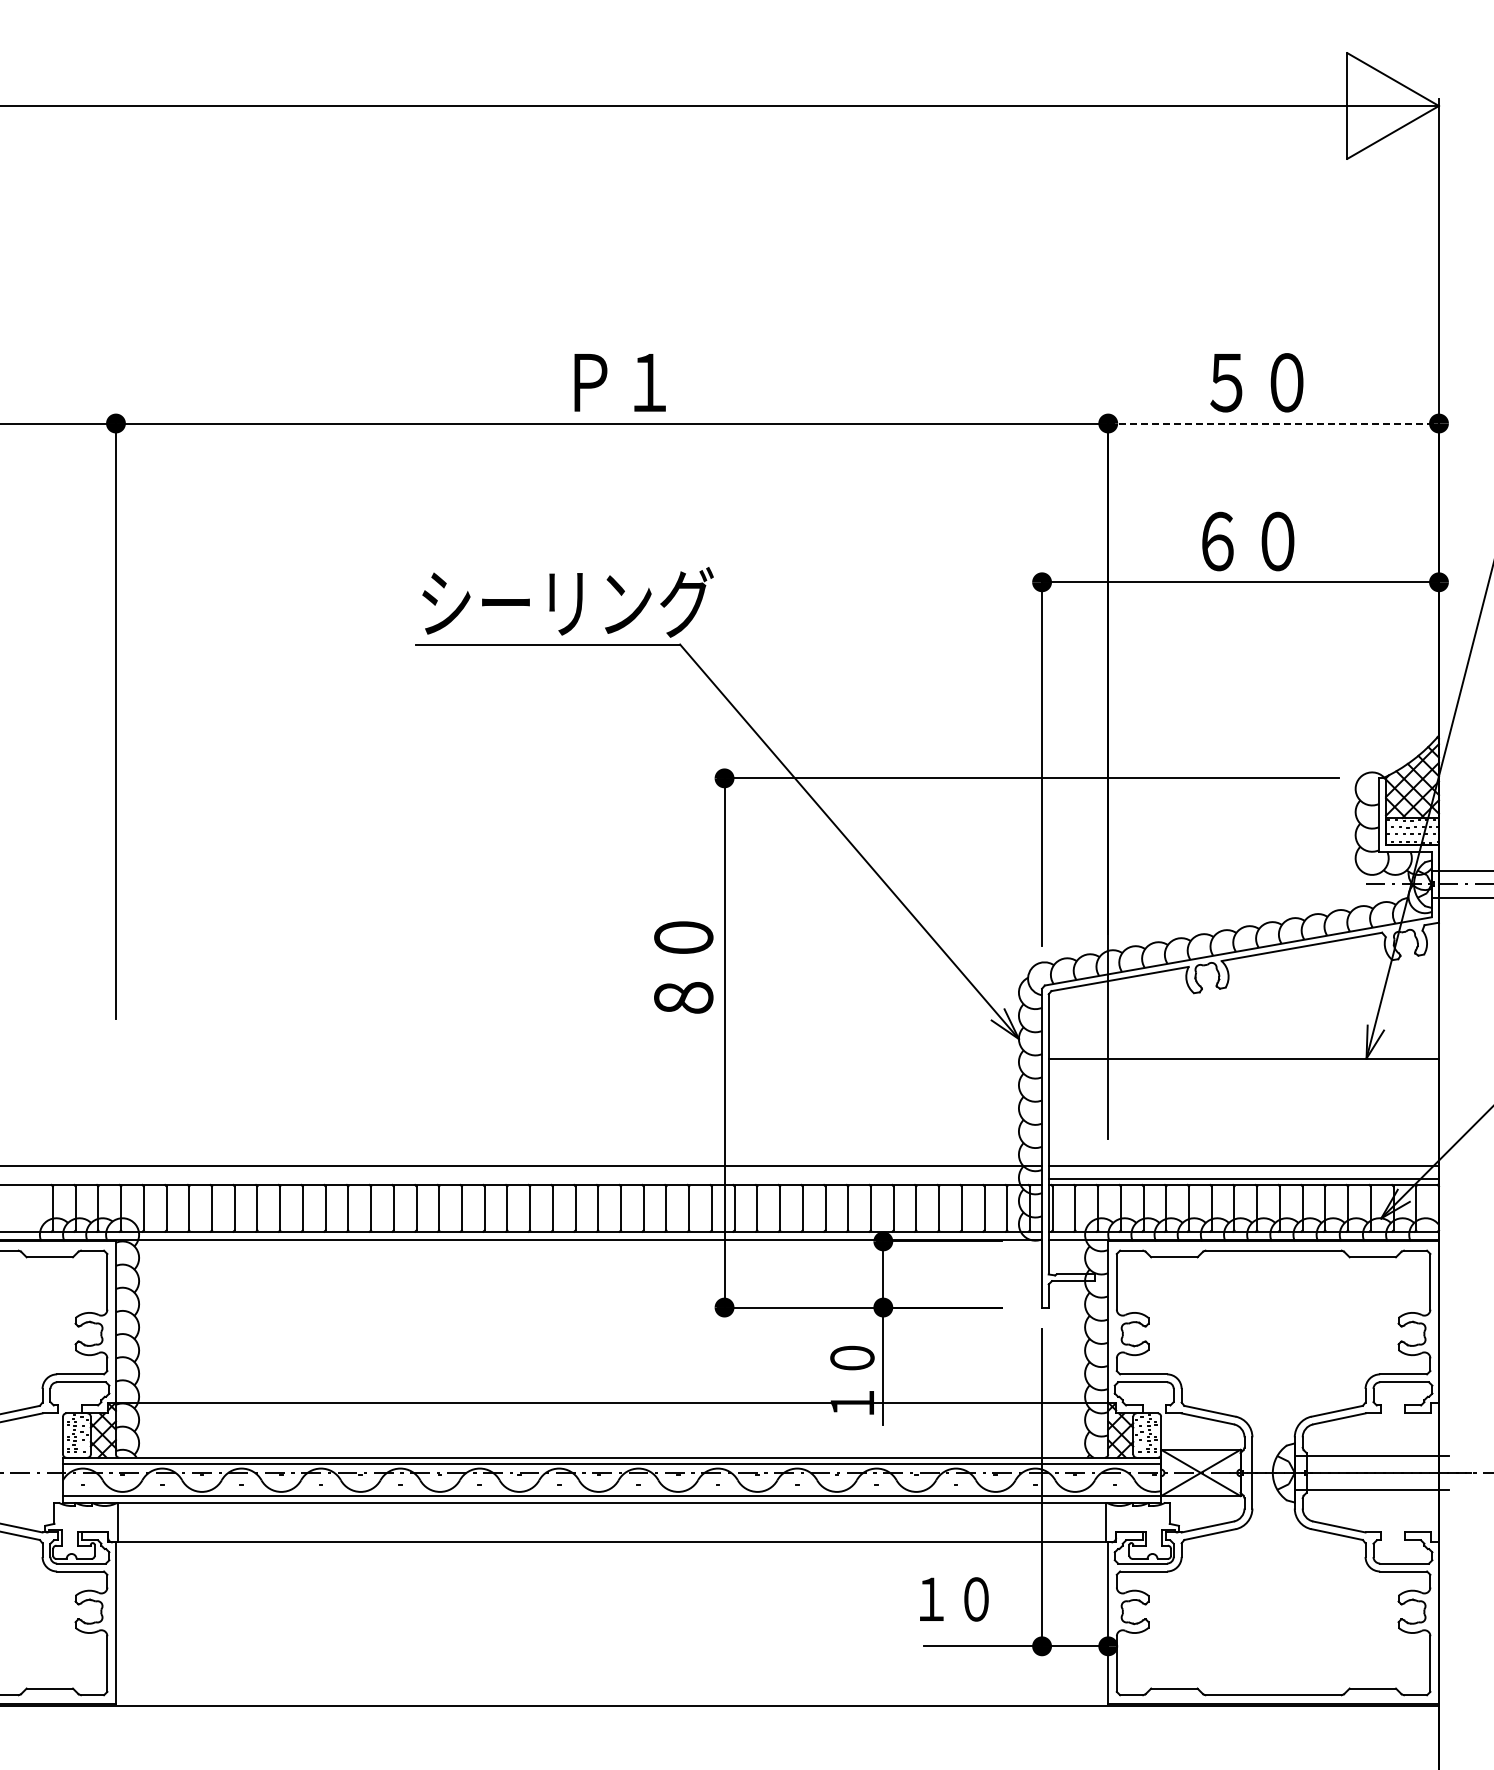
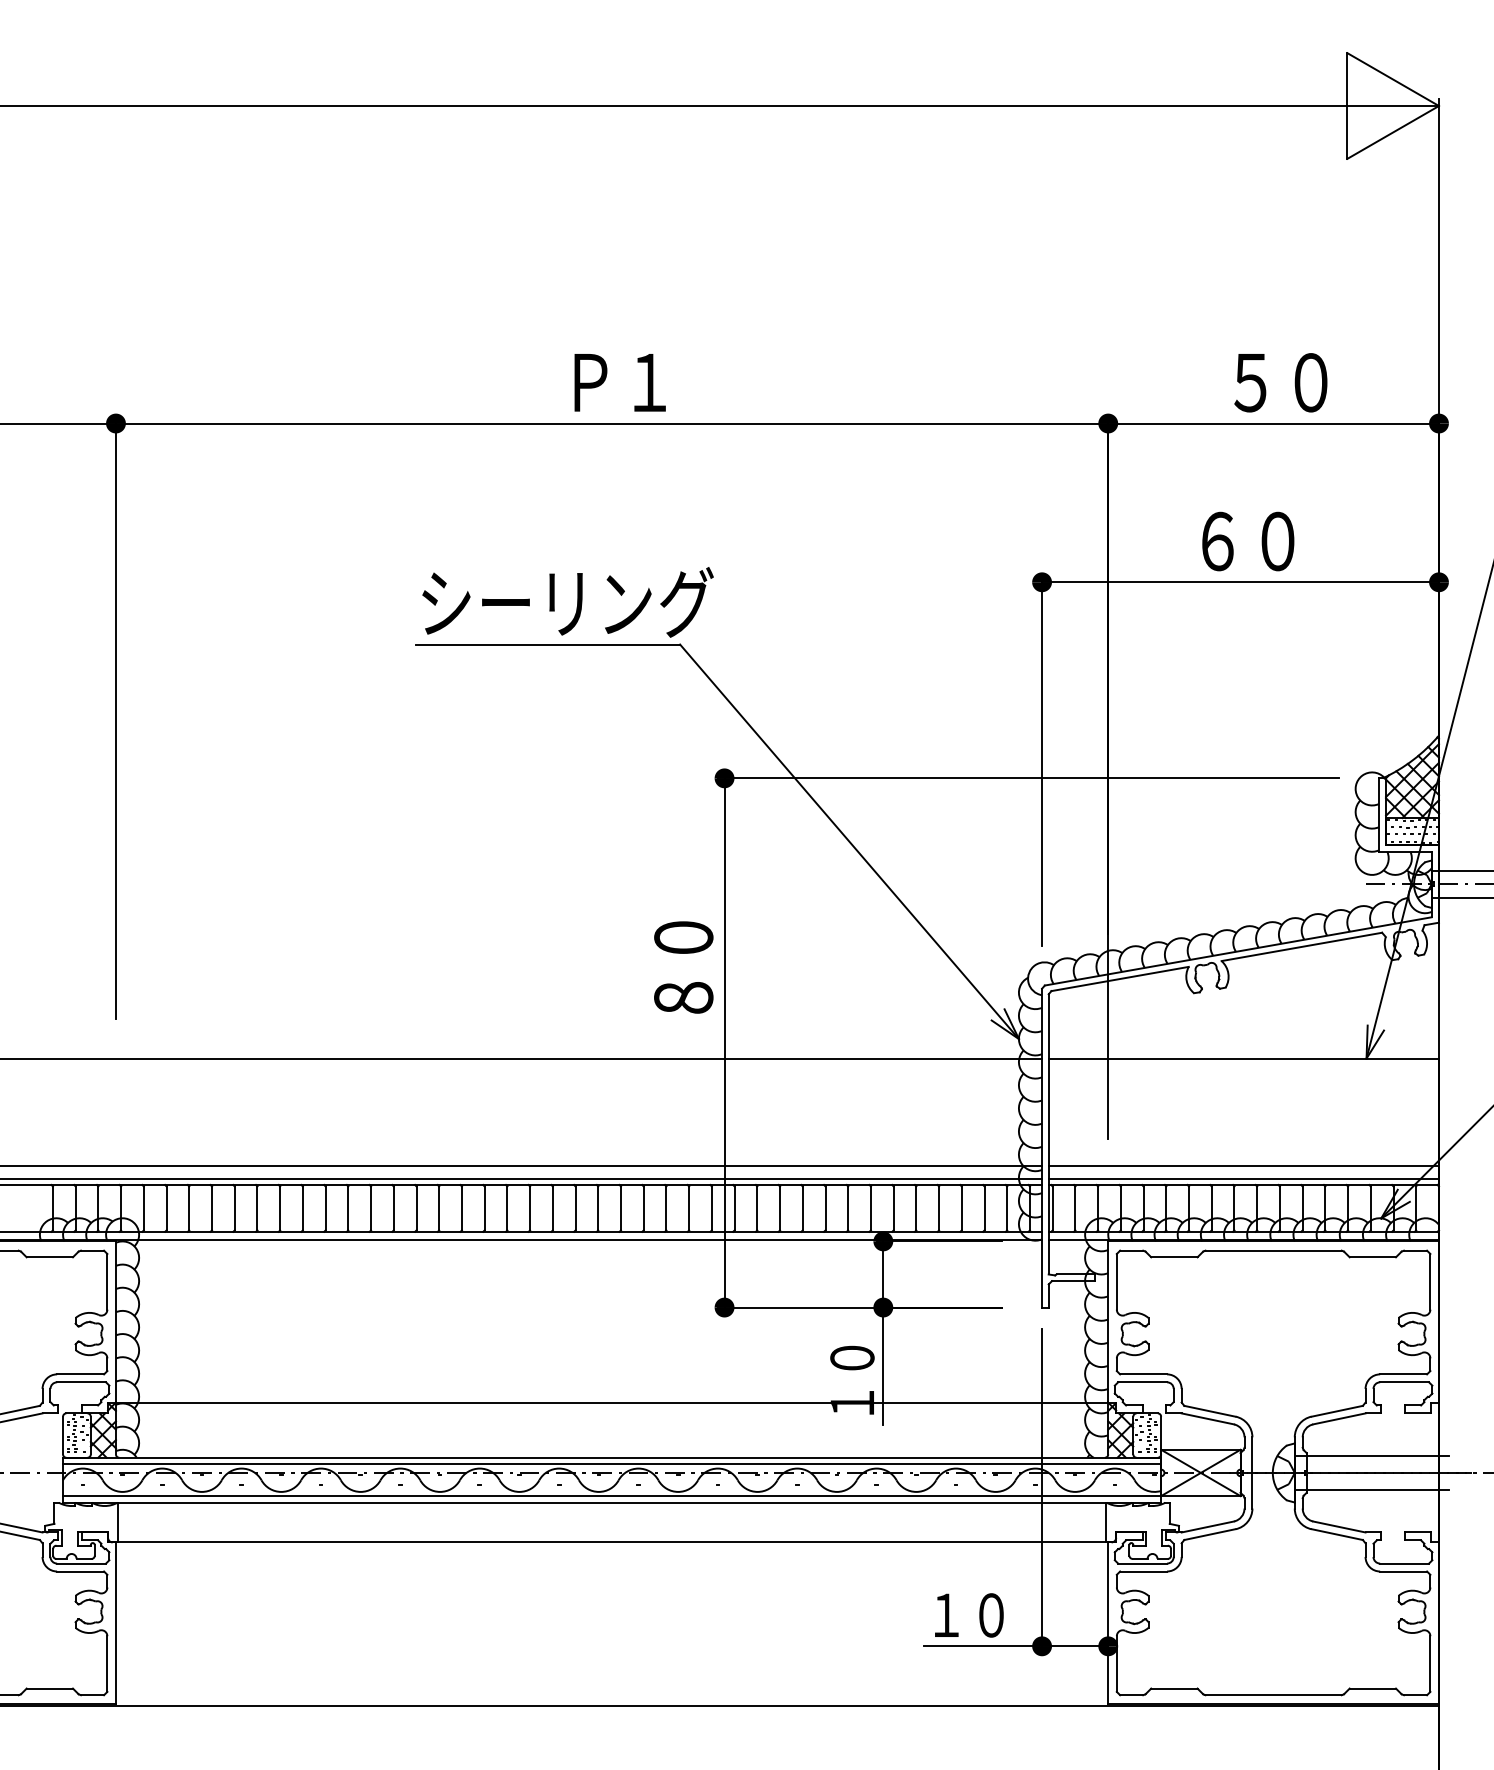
text at (1256, 382) position: (1256, 382) -> (1280, 382)
line at (1274, 423): dashed -> solid
line at (522, 1058): none -> present
line at (522, 1179): none -> present
text at (954, 1599) position: (954, 1599) -> (969, 1615)
